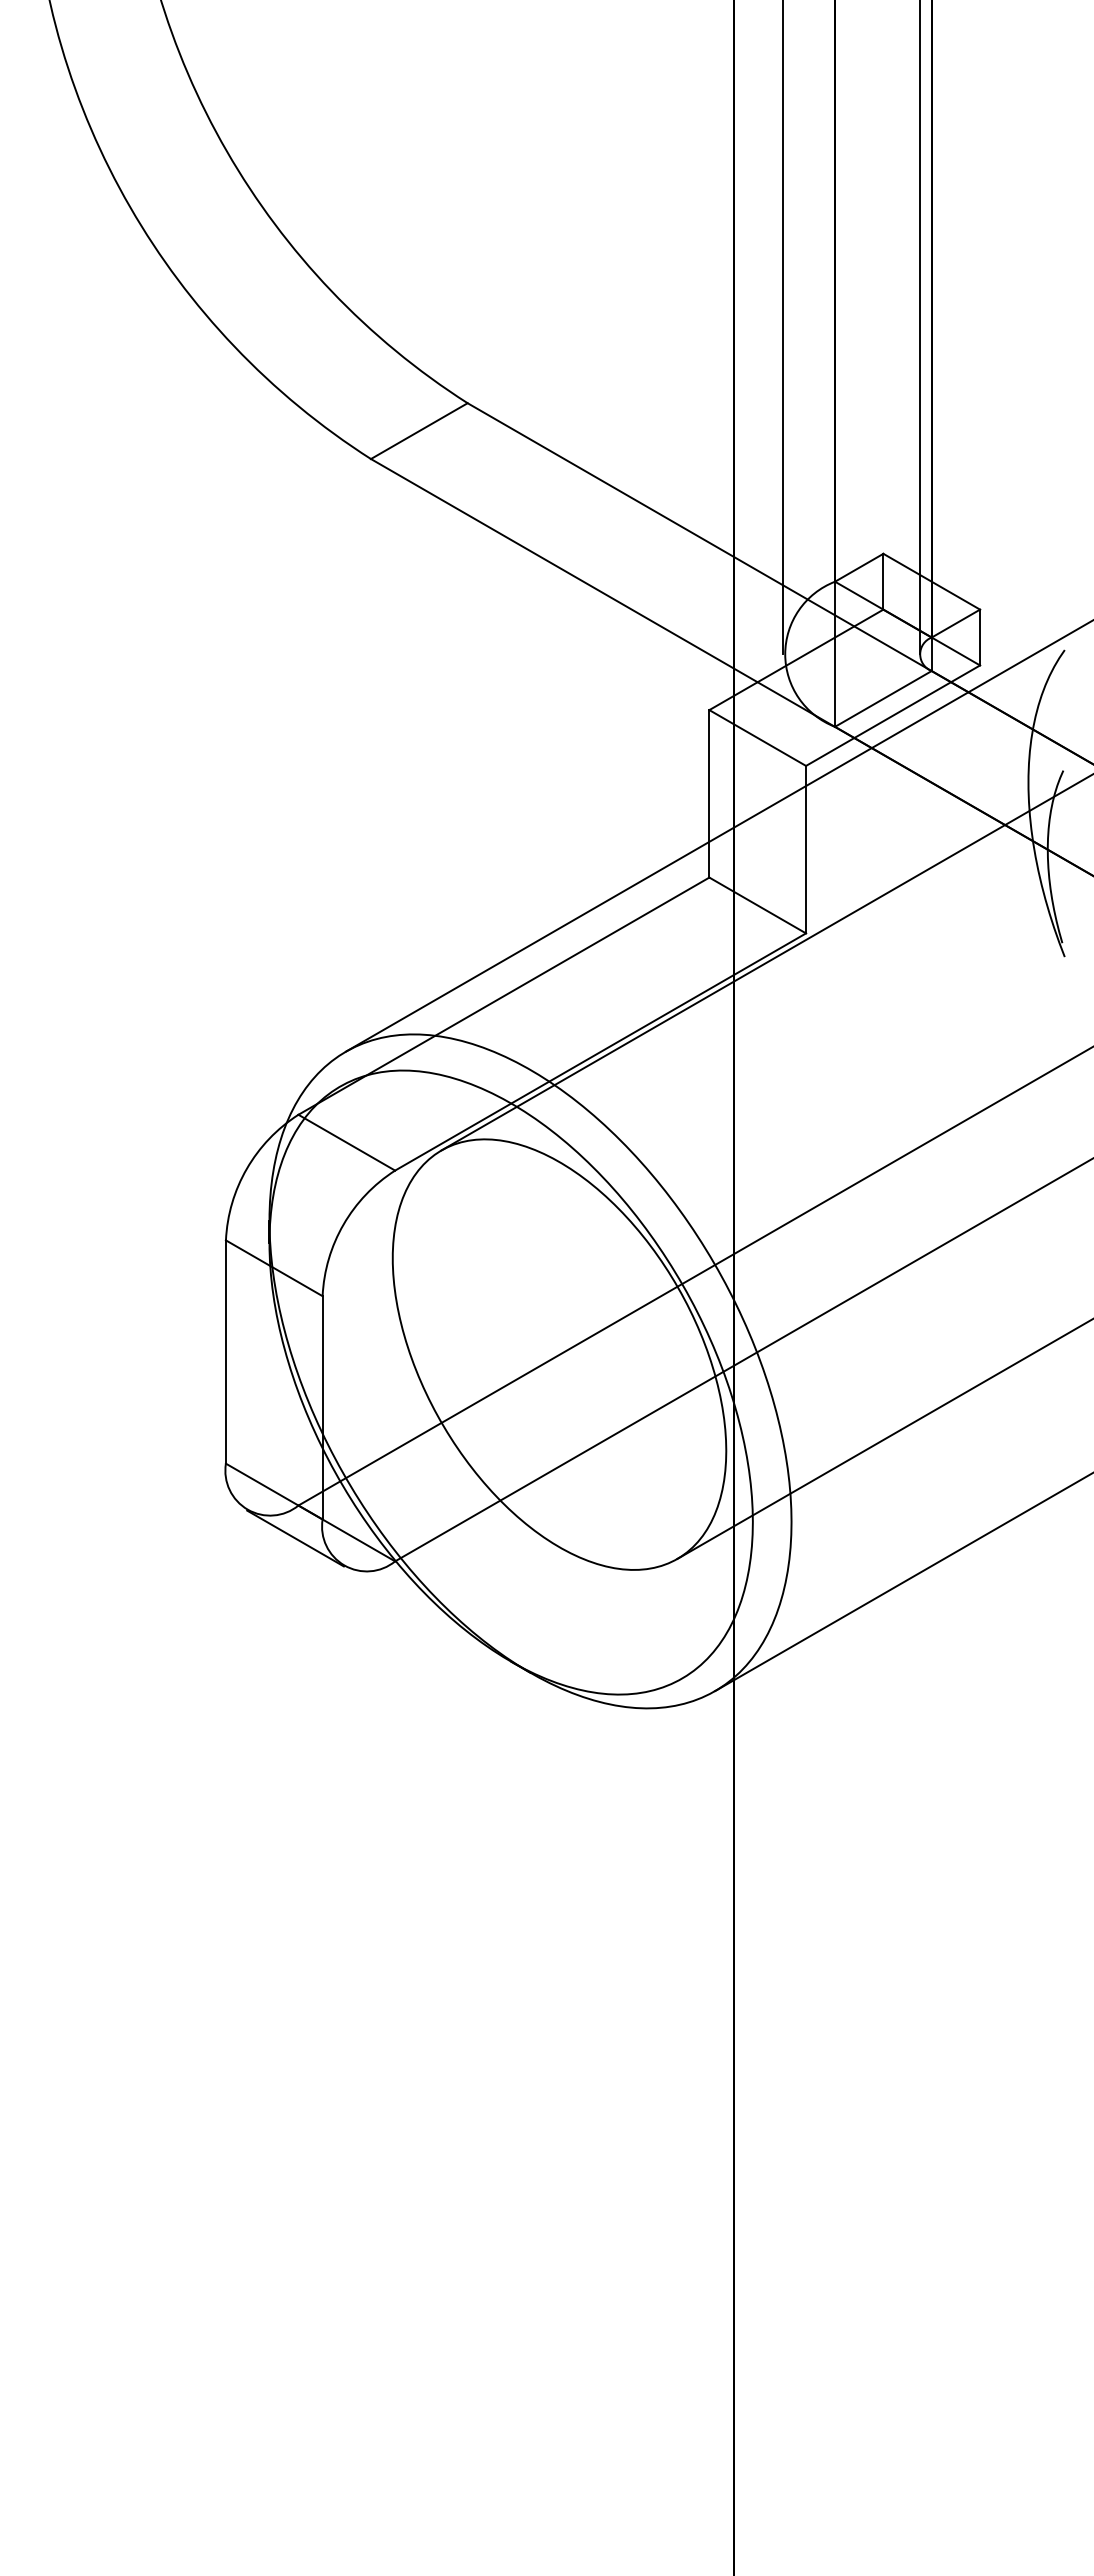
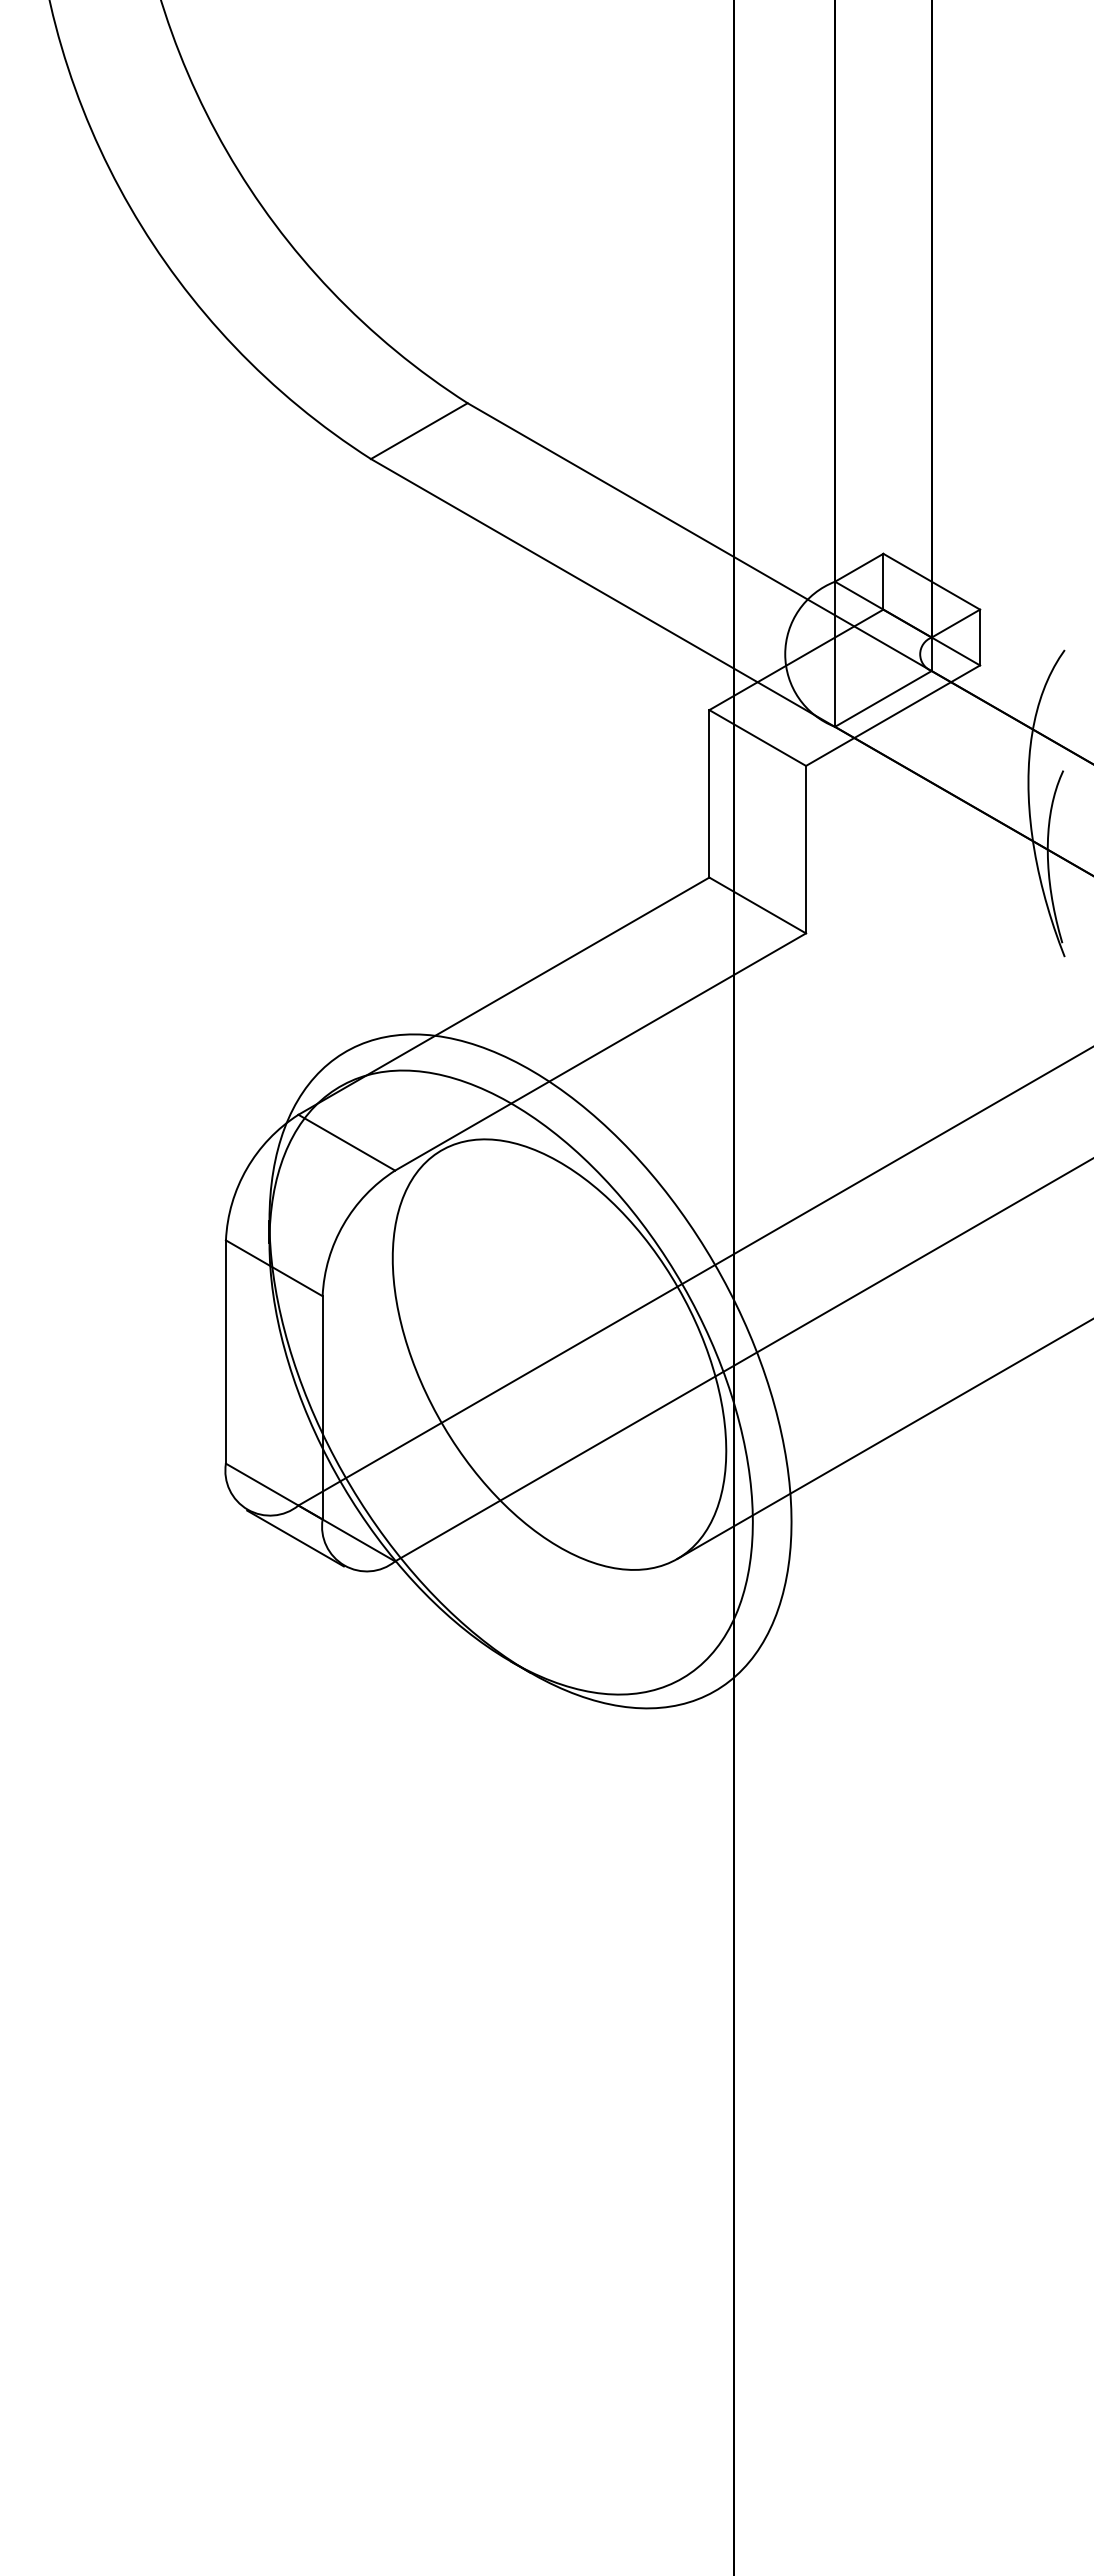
line at (783, 328): present -> none
line at (919, 328): present -> none
line at (717, 836): present -> none
line at (765, 962): present -> none
line at (902, 1582): present -> none
